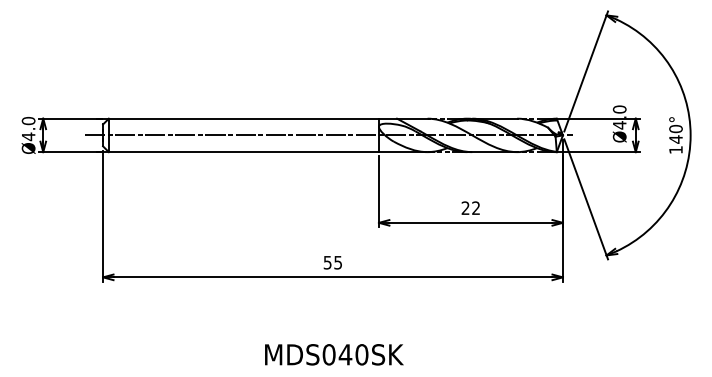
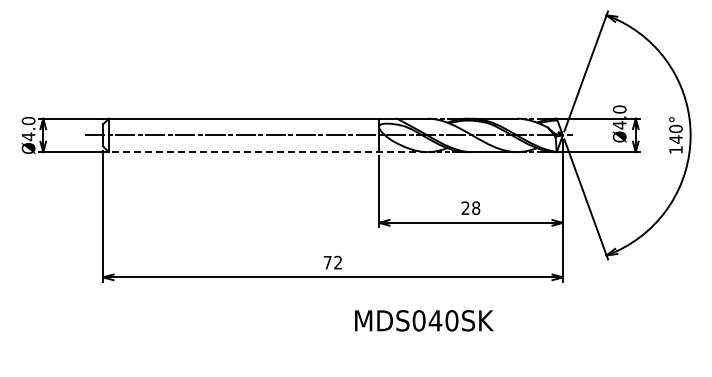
line at (261, 152): solid -> dashed
text at (476, 208): 22 -> 28
text at (332, 262): 55 -> 72
text at (334, 354) position: (334, 354) -> (424, 320)
